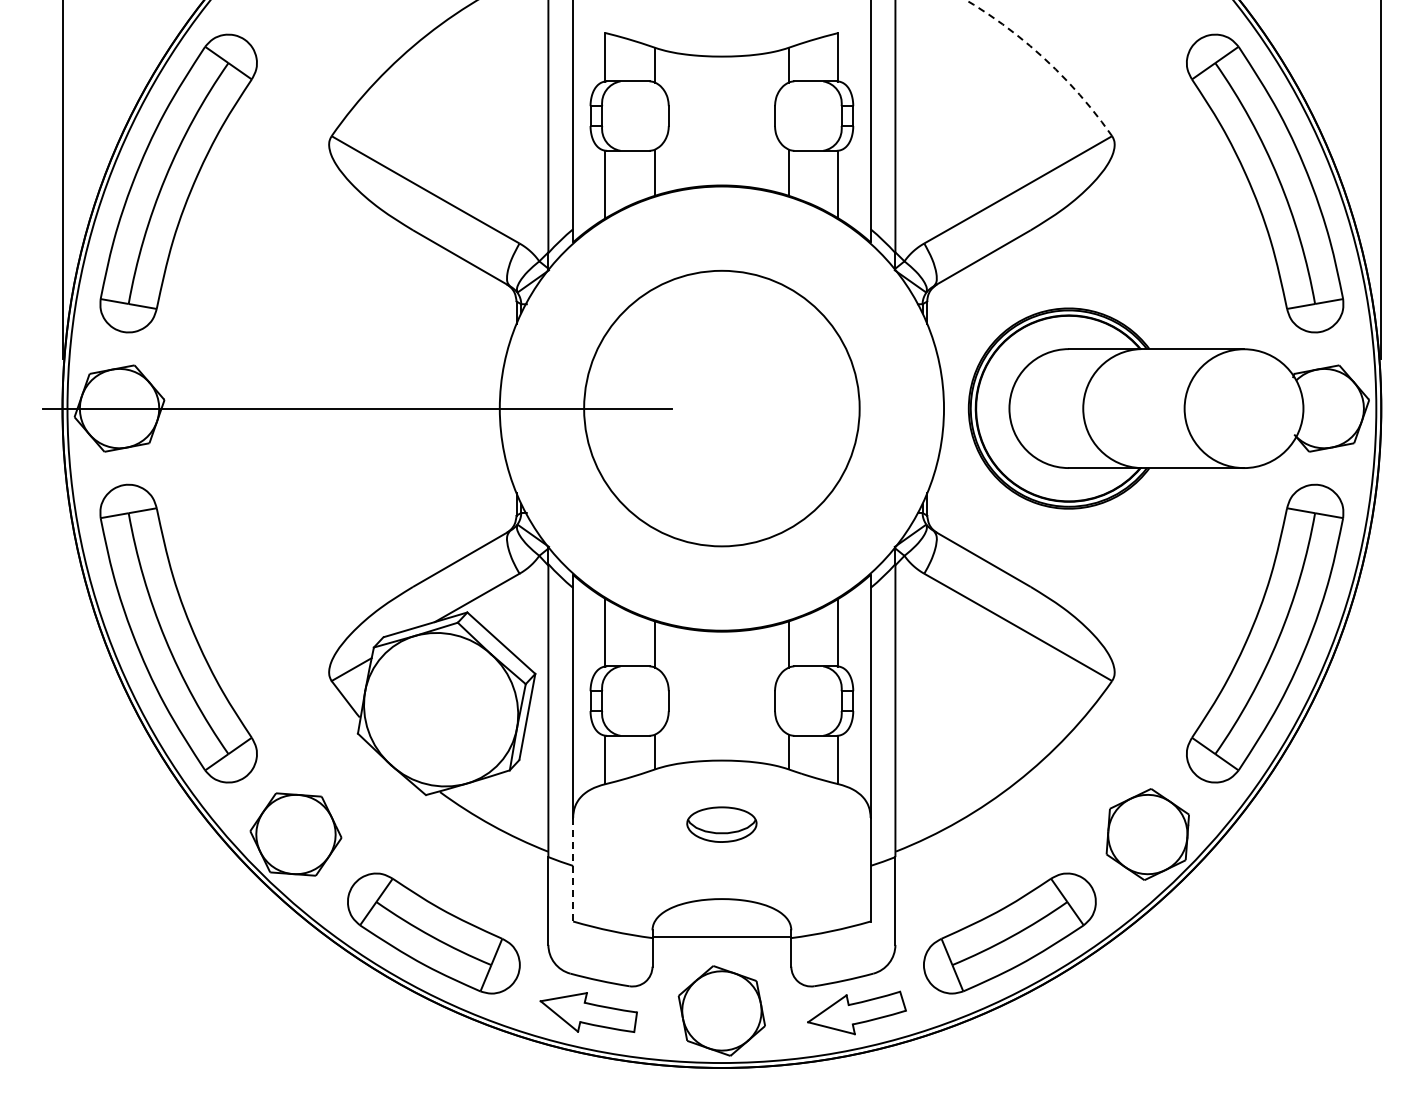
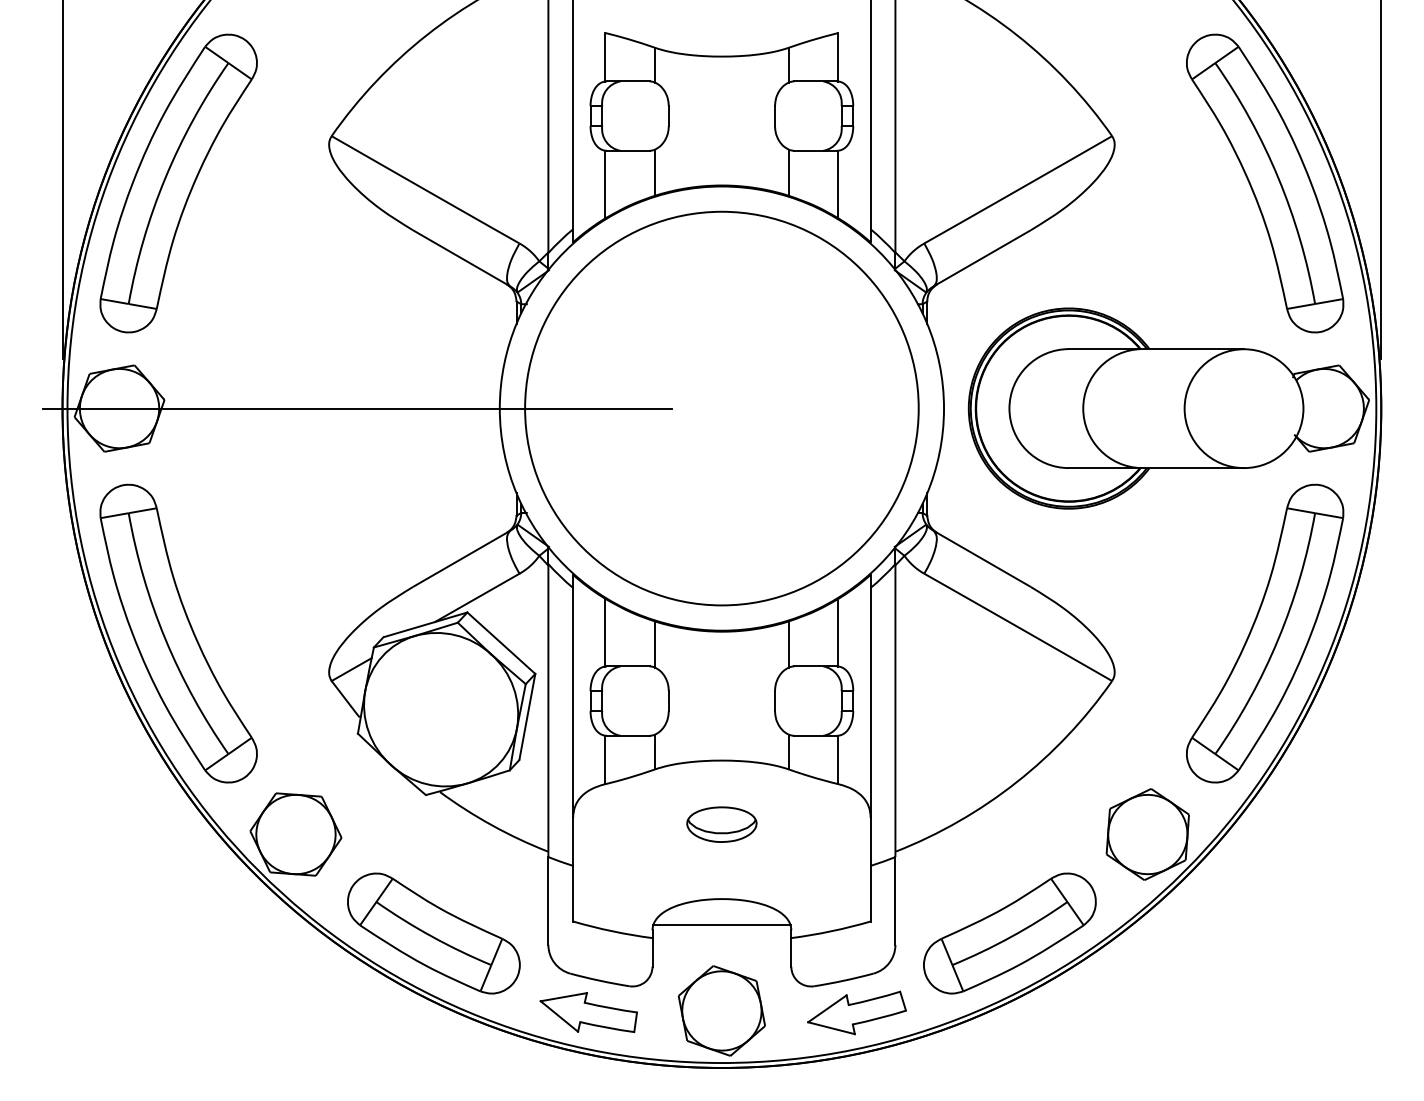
arc at (1045, 60): dashed -> solid
circle at (721, 408) diameter: 276 px -> 394 px
line at (573, 869): dashed -> solid
line at (721, 937) position: (721, 937) -> (721, 925)
